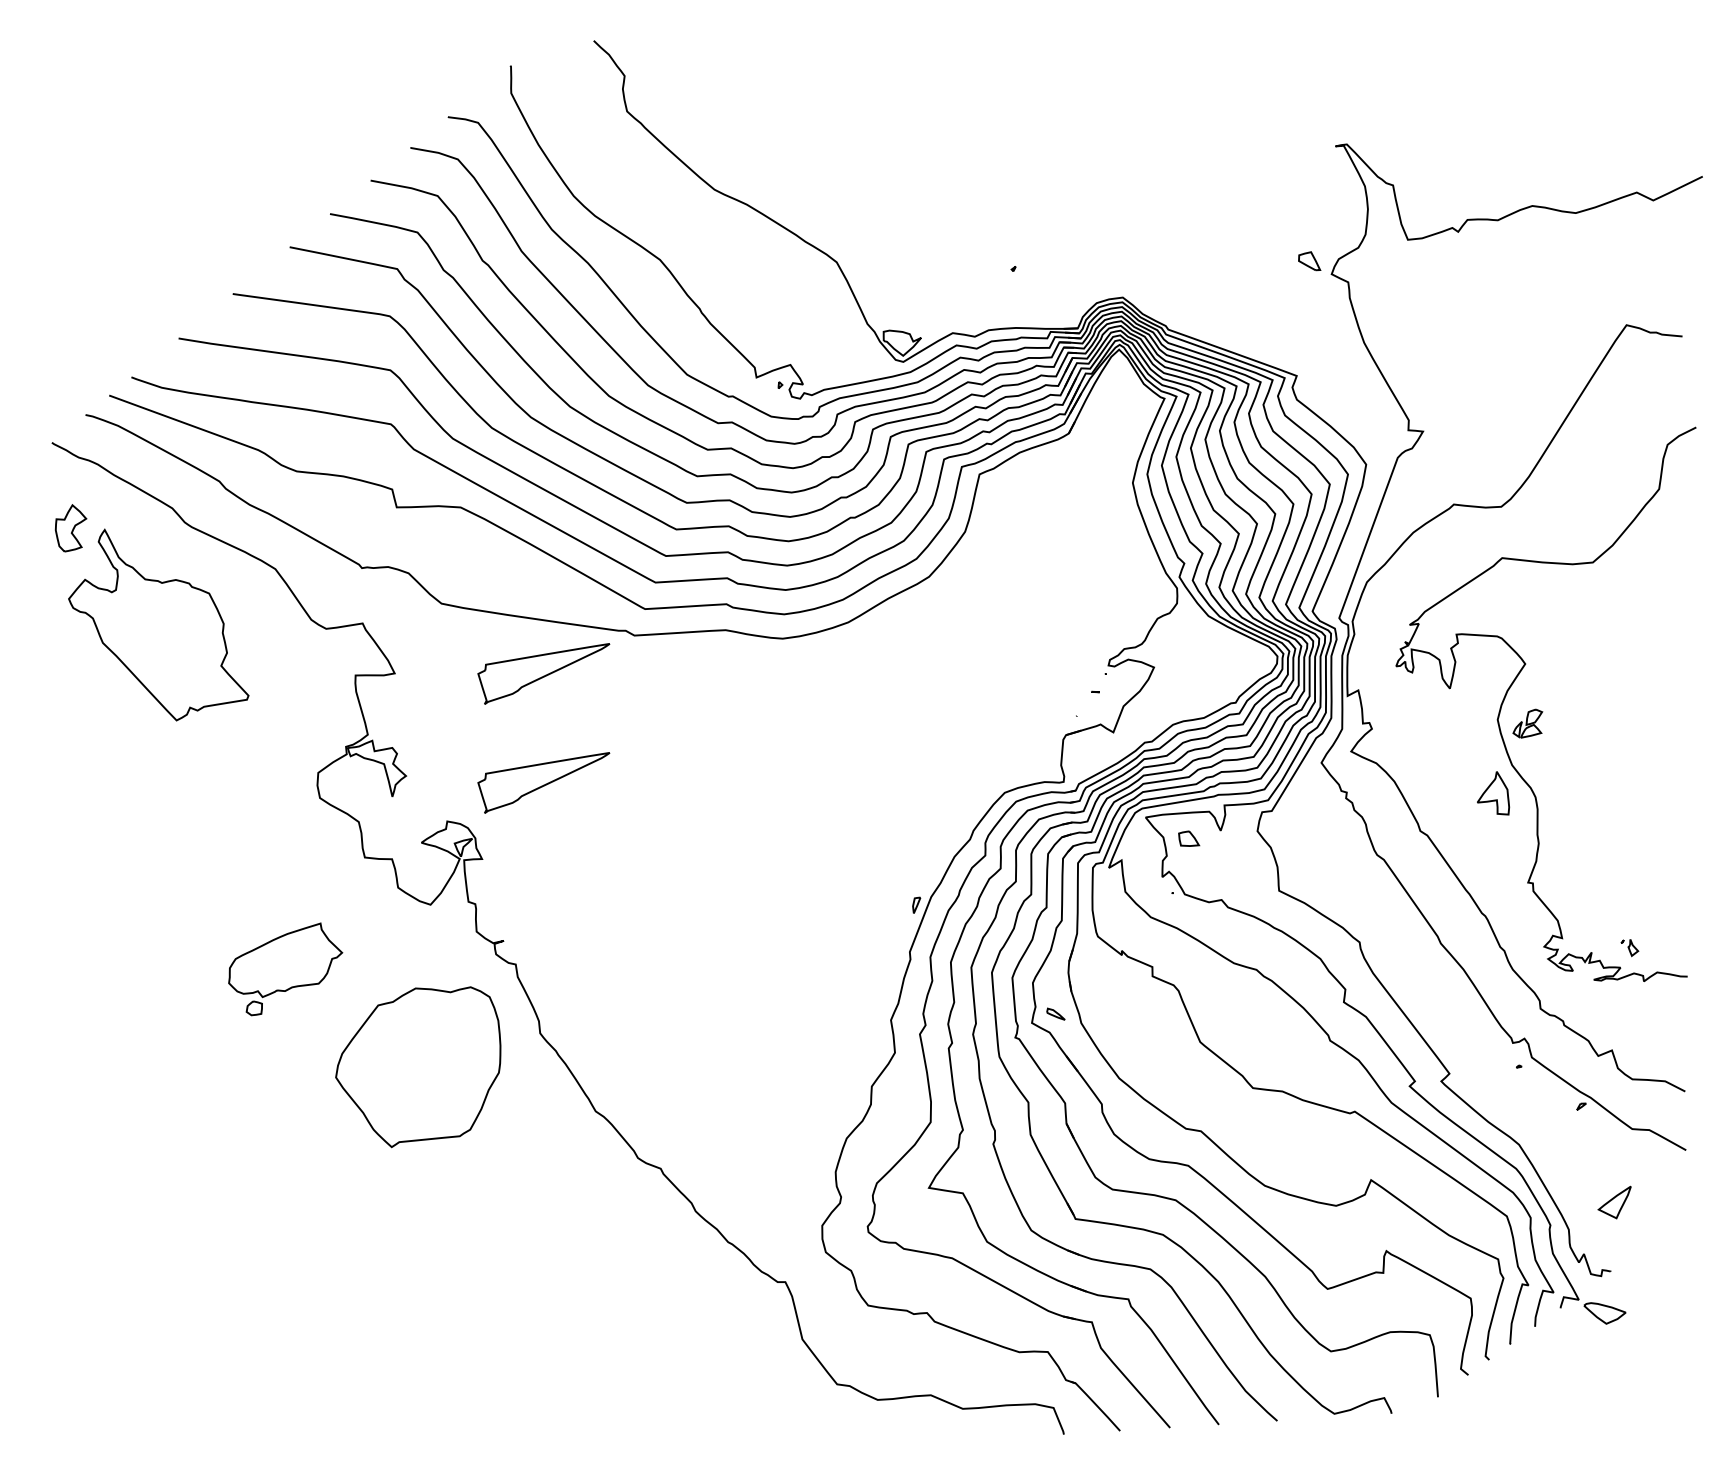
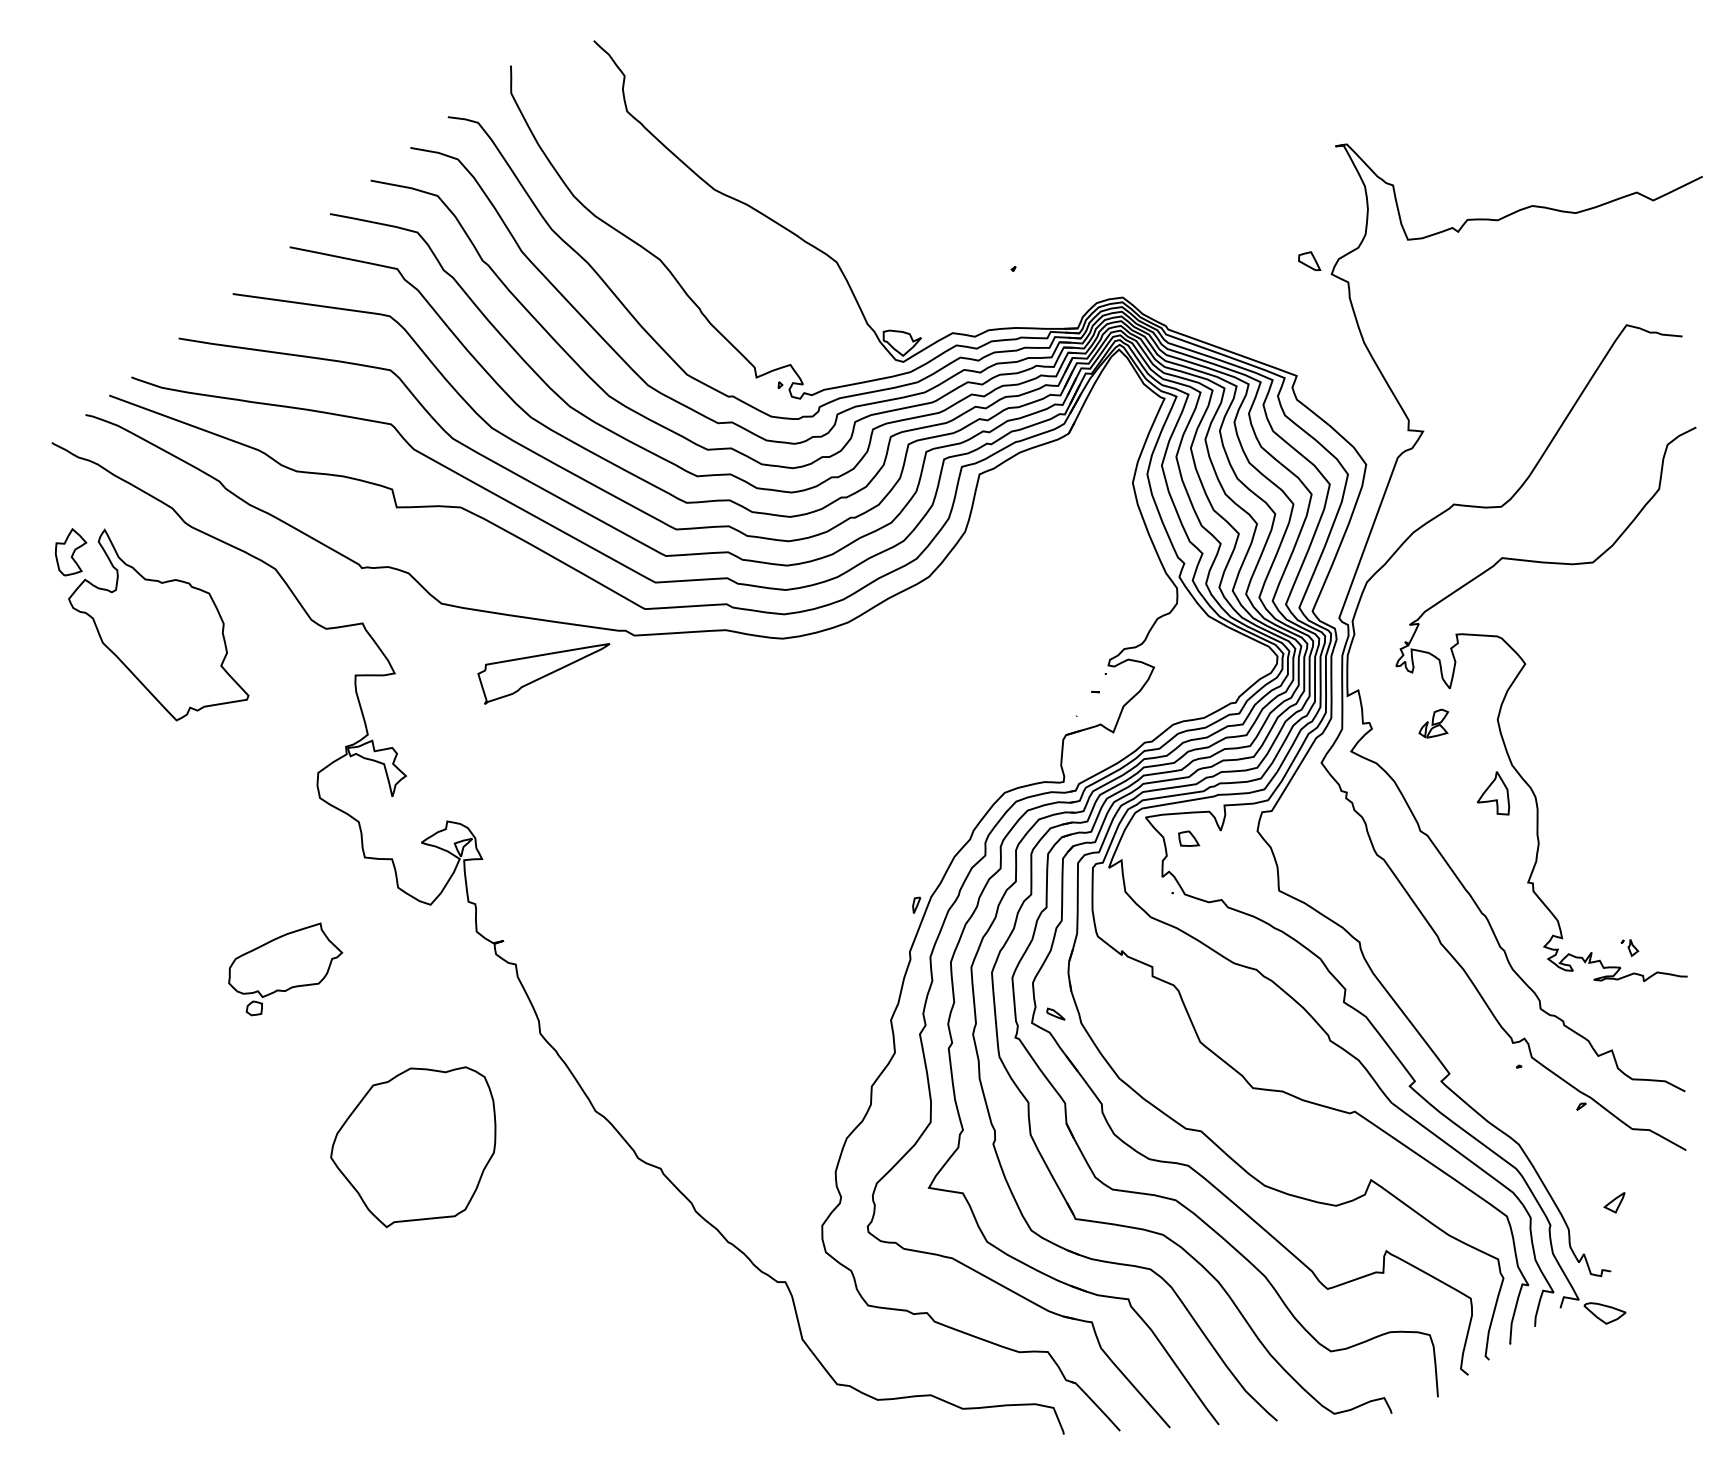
part at (70, 528) position: (70, 528) -> (70, 552)
part at (1527, 723) position: (1527, 723) -> (1433, 723)
part at (543, 782): present -> none
part at (418, 1067) position: (418, 1067) -> (413, 1147)
part at (1614, 1202) size: 35x35 px -> 23x22 px
